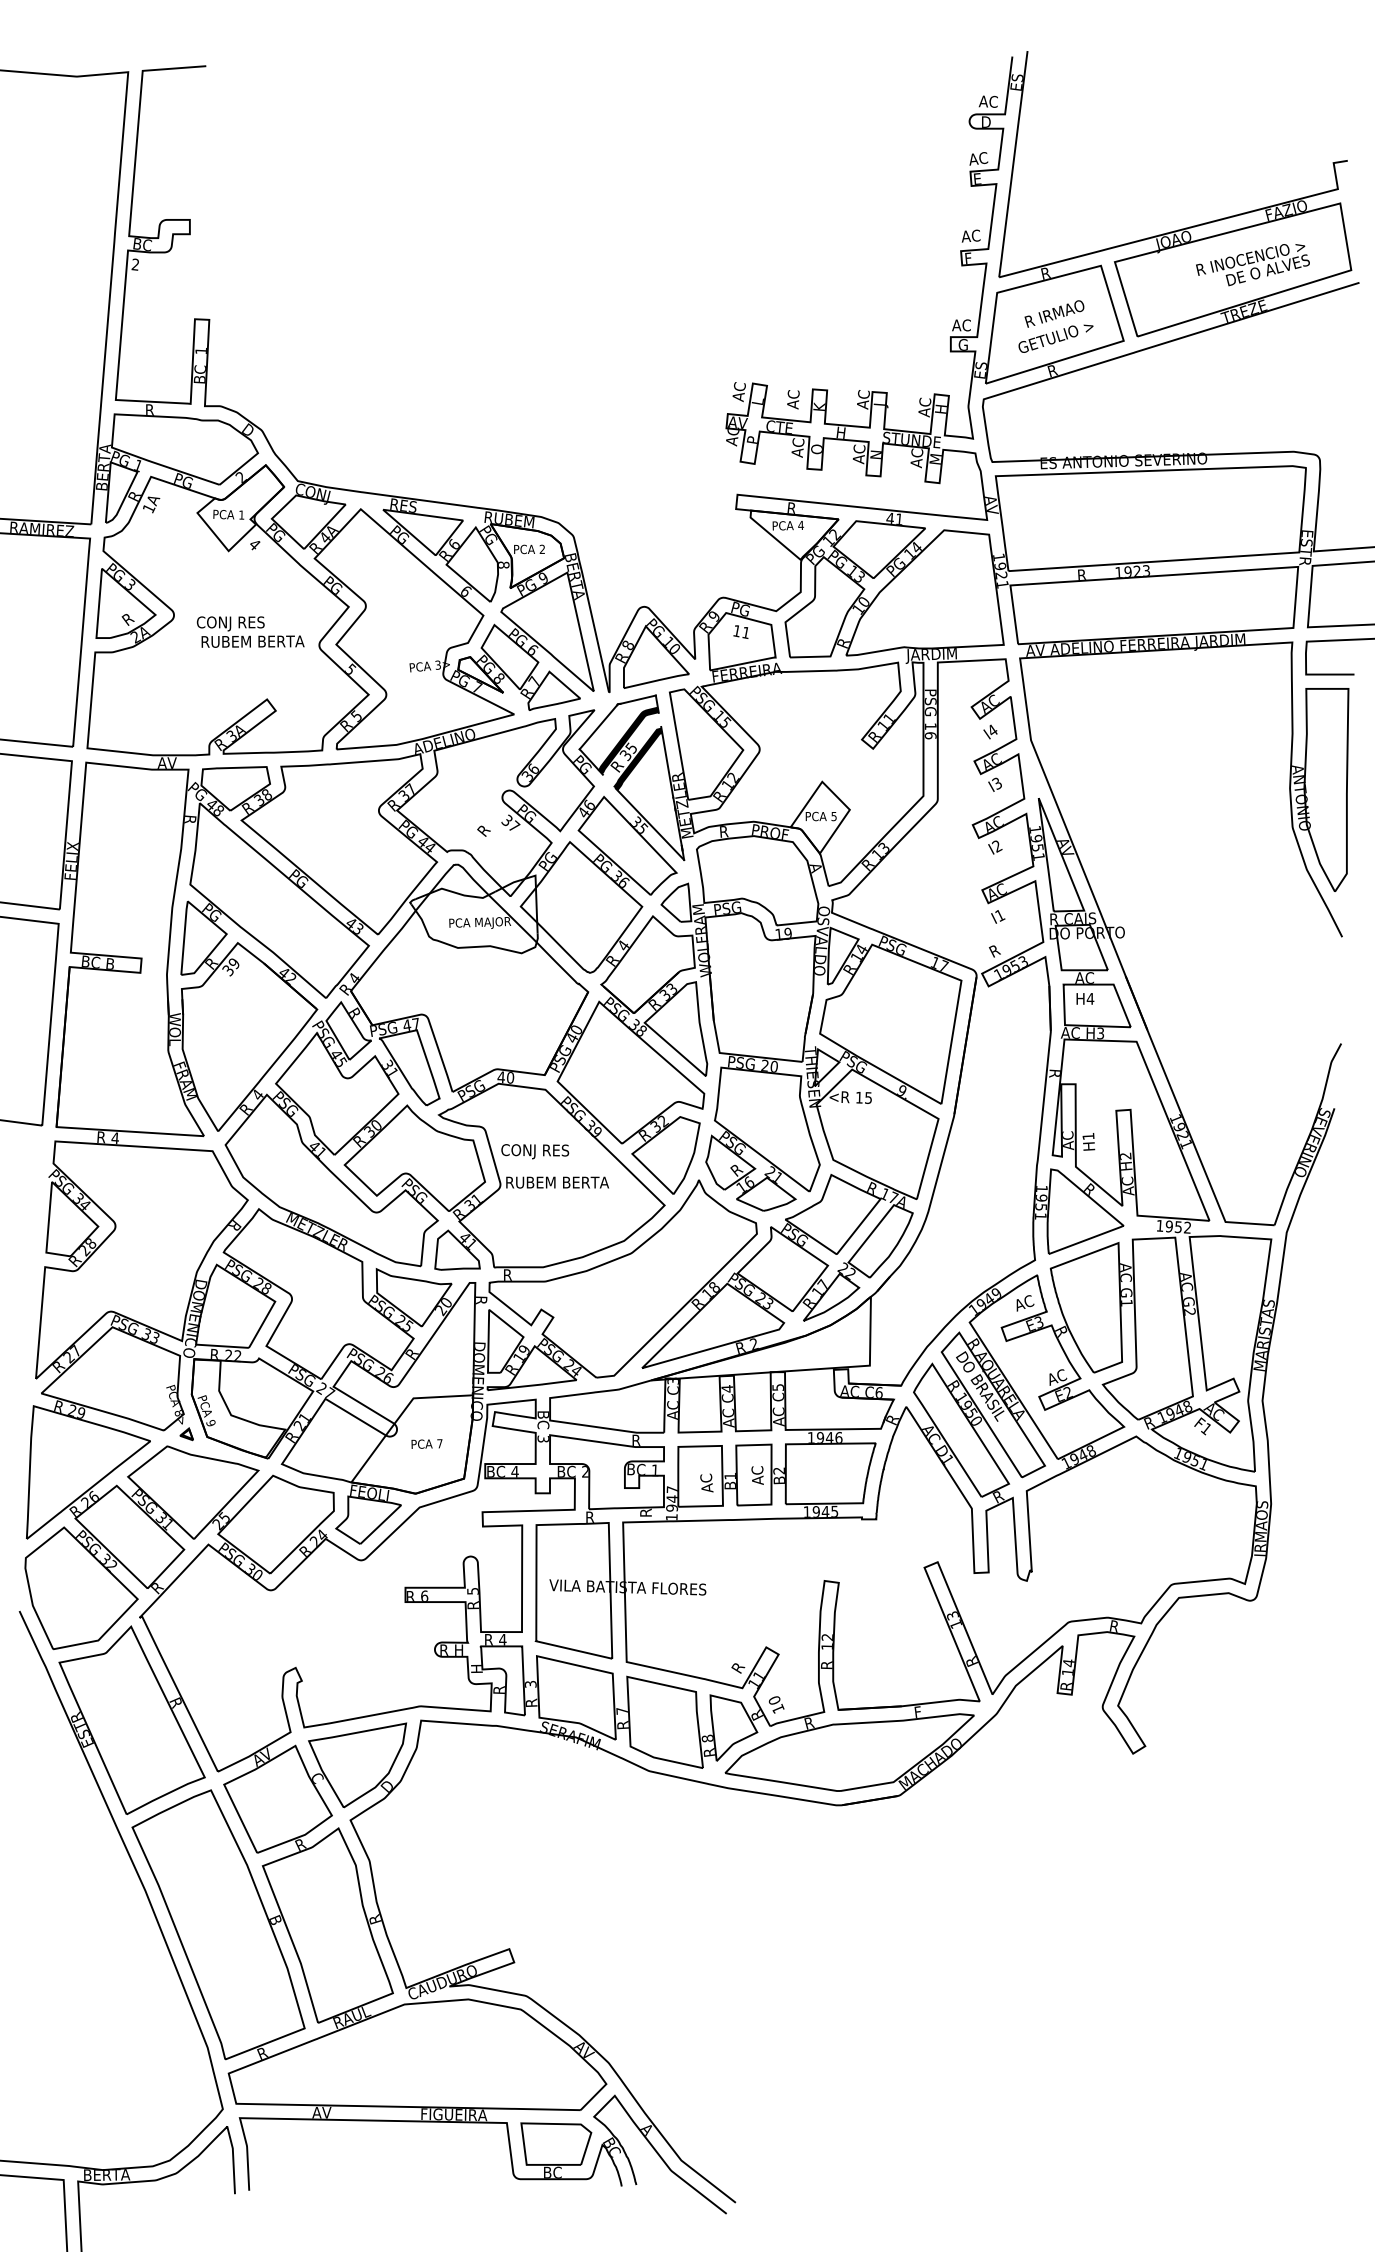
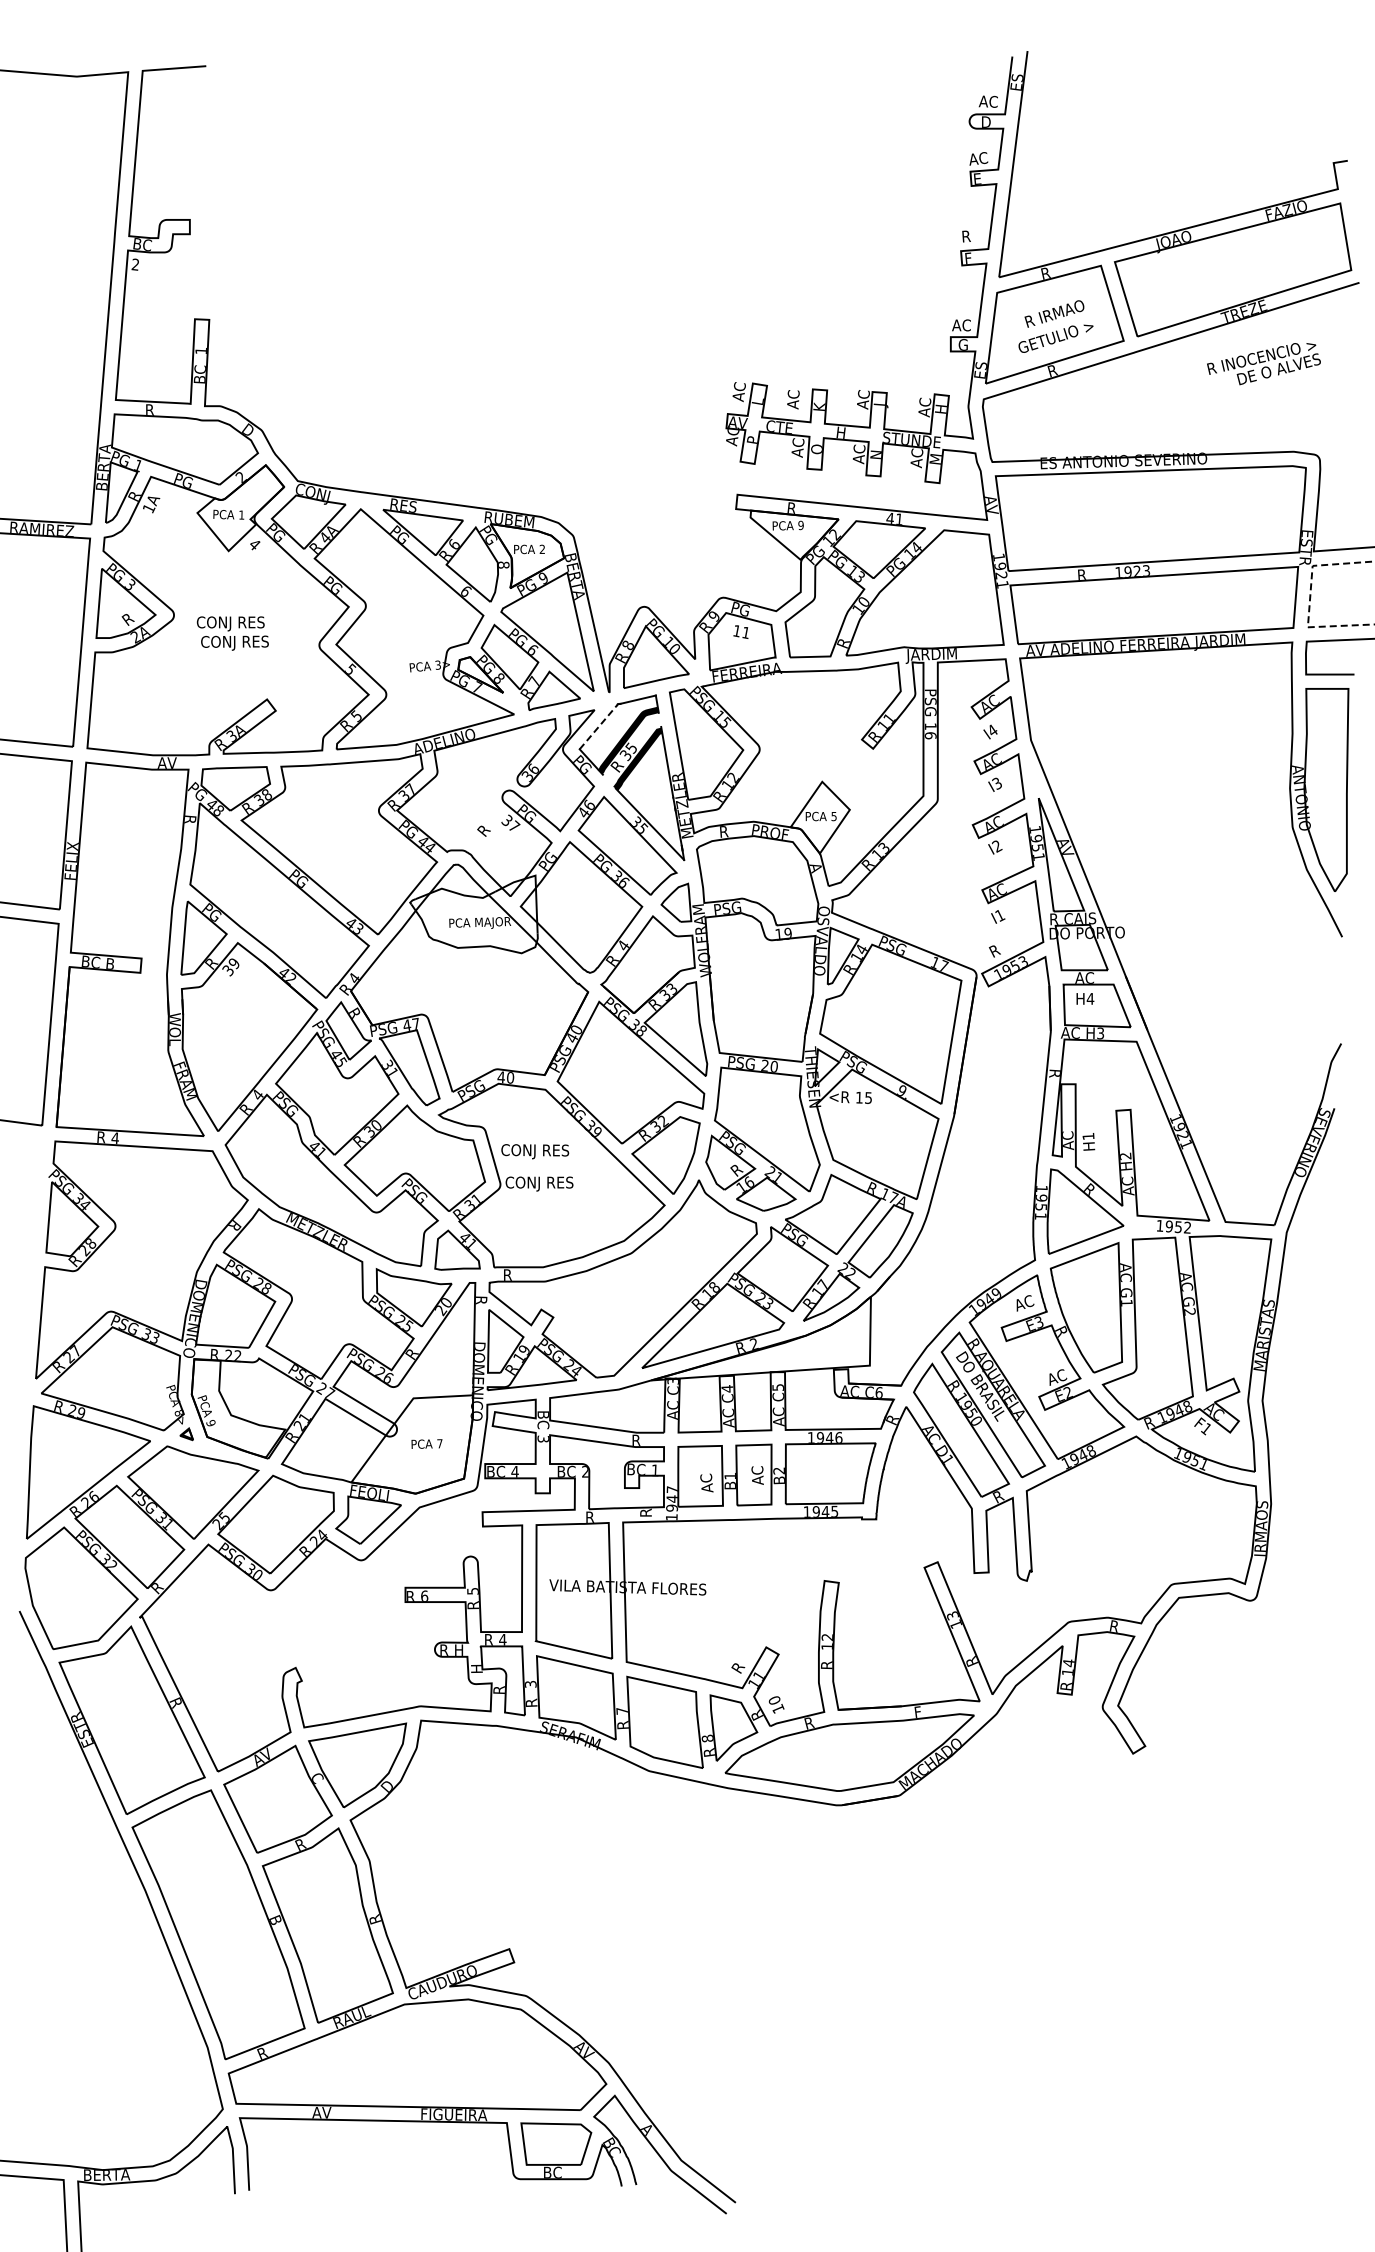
text at (970, 235): AC -> R
text at (1252, 265) position: (1252, 265) -> (1263, 364)
text at (800, 525): 4 -> 9
line at (1310, 598): solid -> dashed
text at (252, 642): RUBEM BERTA -> CONJ RES
line at (598, 727): solid -> dashed
text at (557, 1183): RUBEM BERTA -> CONJ RES
